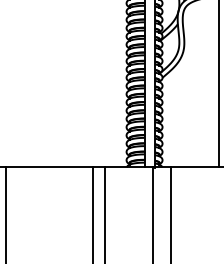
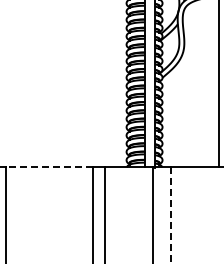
line at (49, 167): solid -> dashed
line at (171, 215): solid -> dashed
